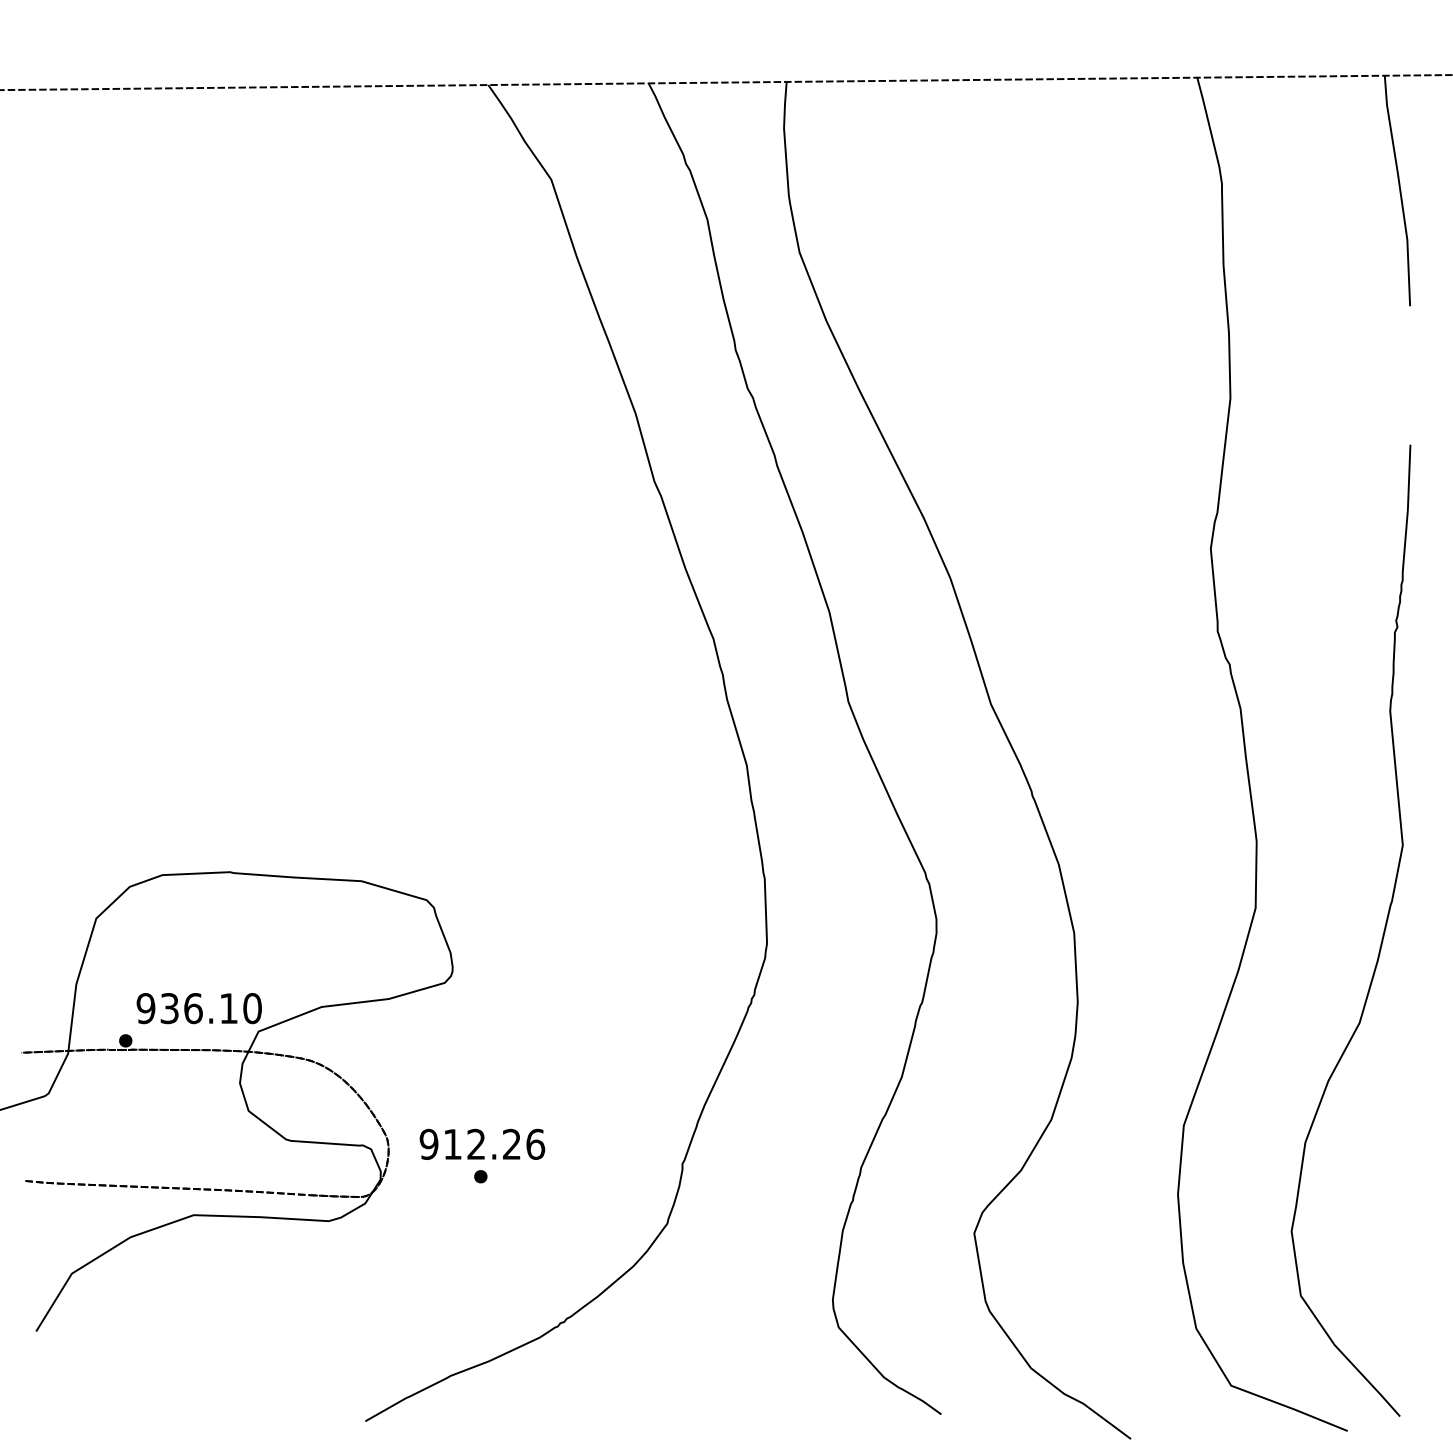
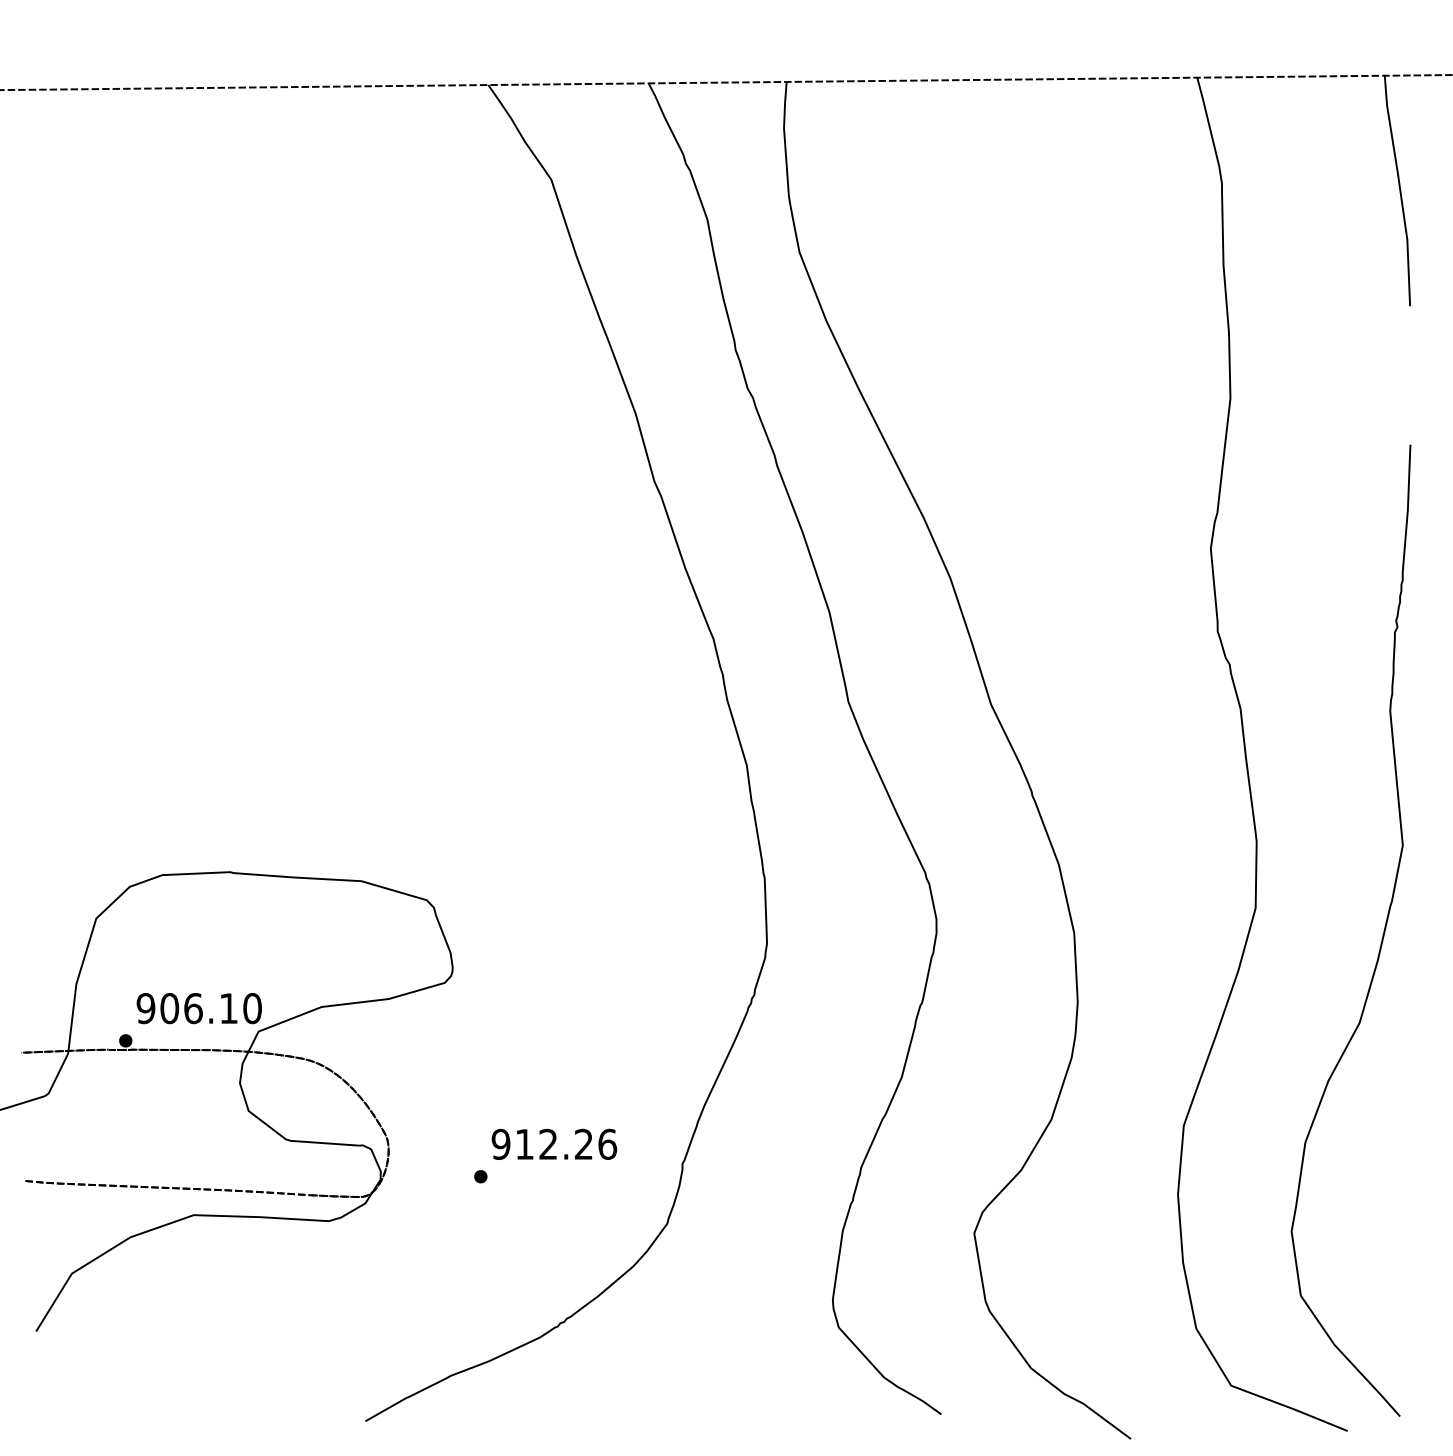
text at (169, 1008): 936.10 -> 906.10
text at (482, 1143) position: (482, 1143) -> (554, 1143)
